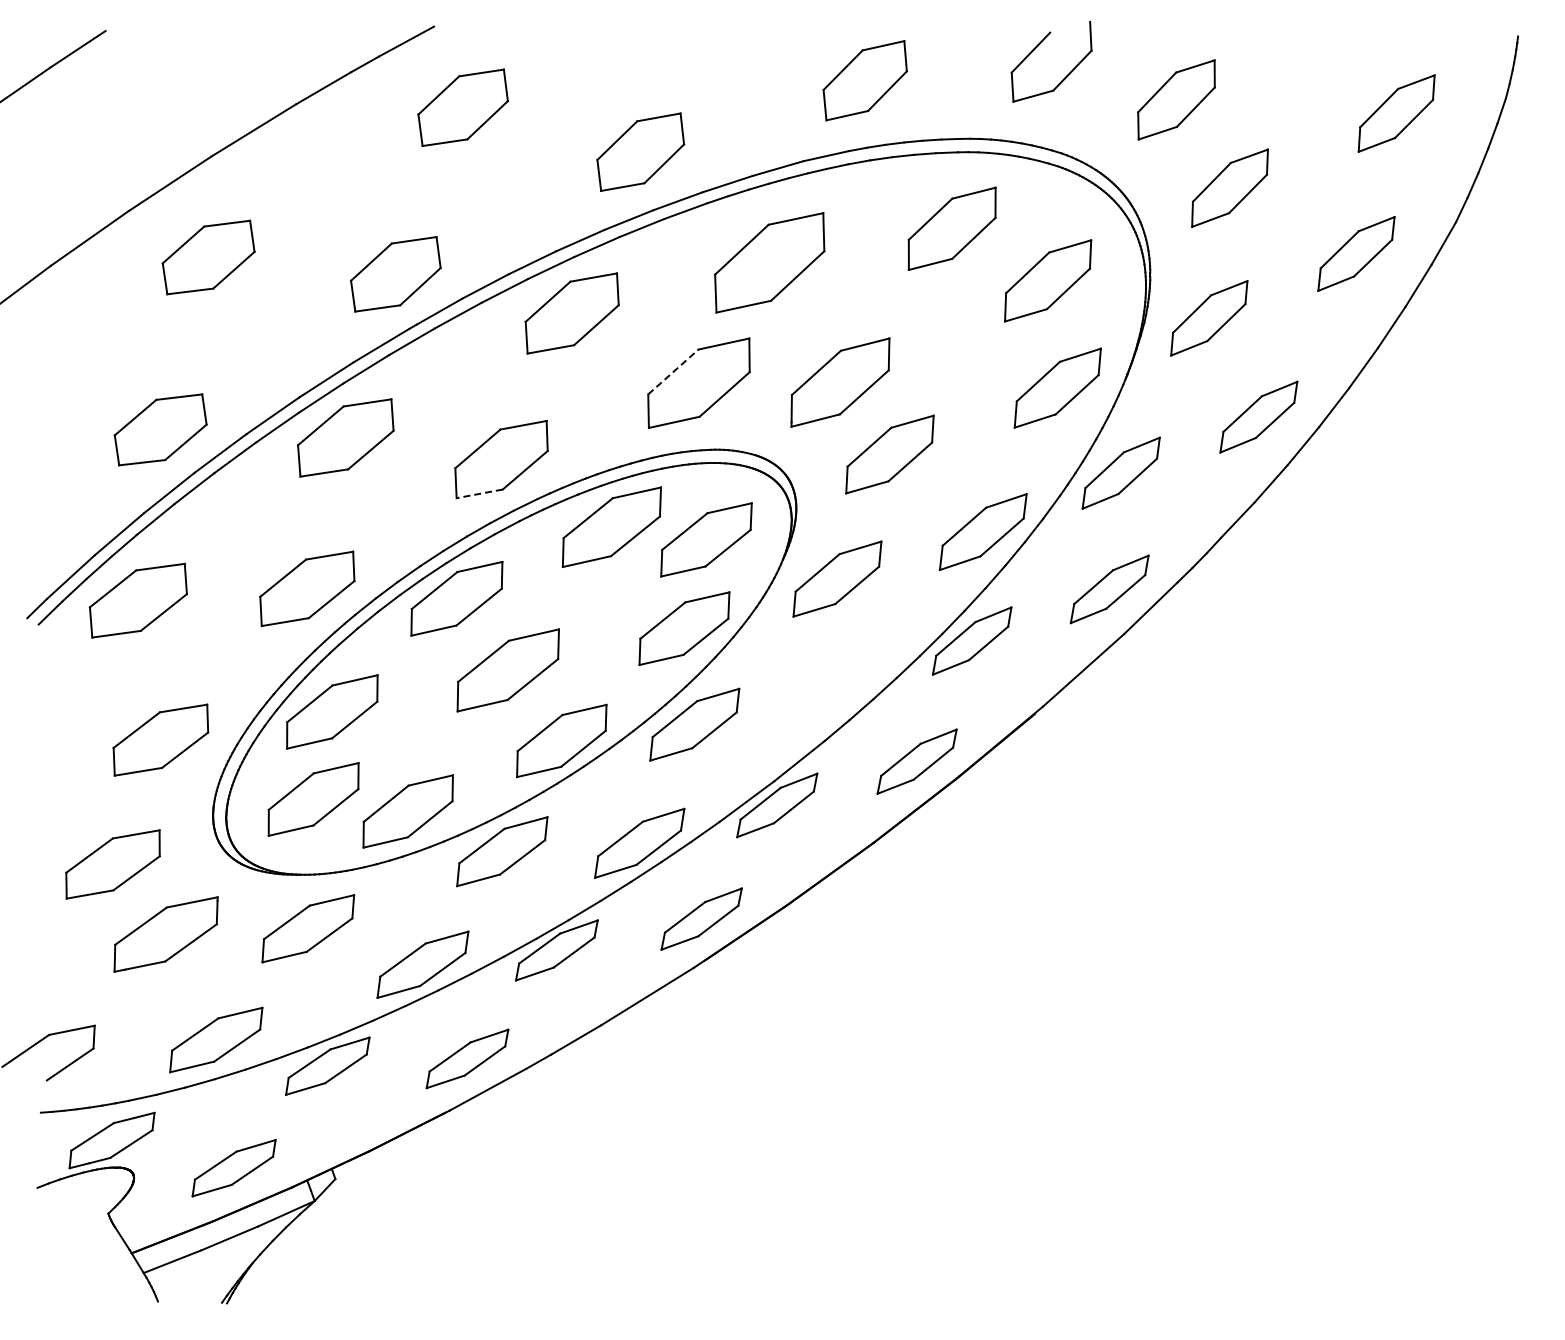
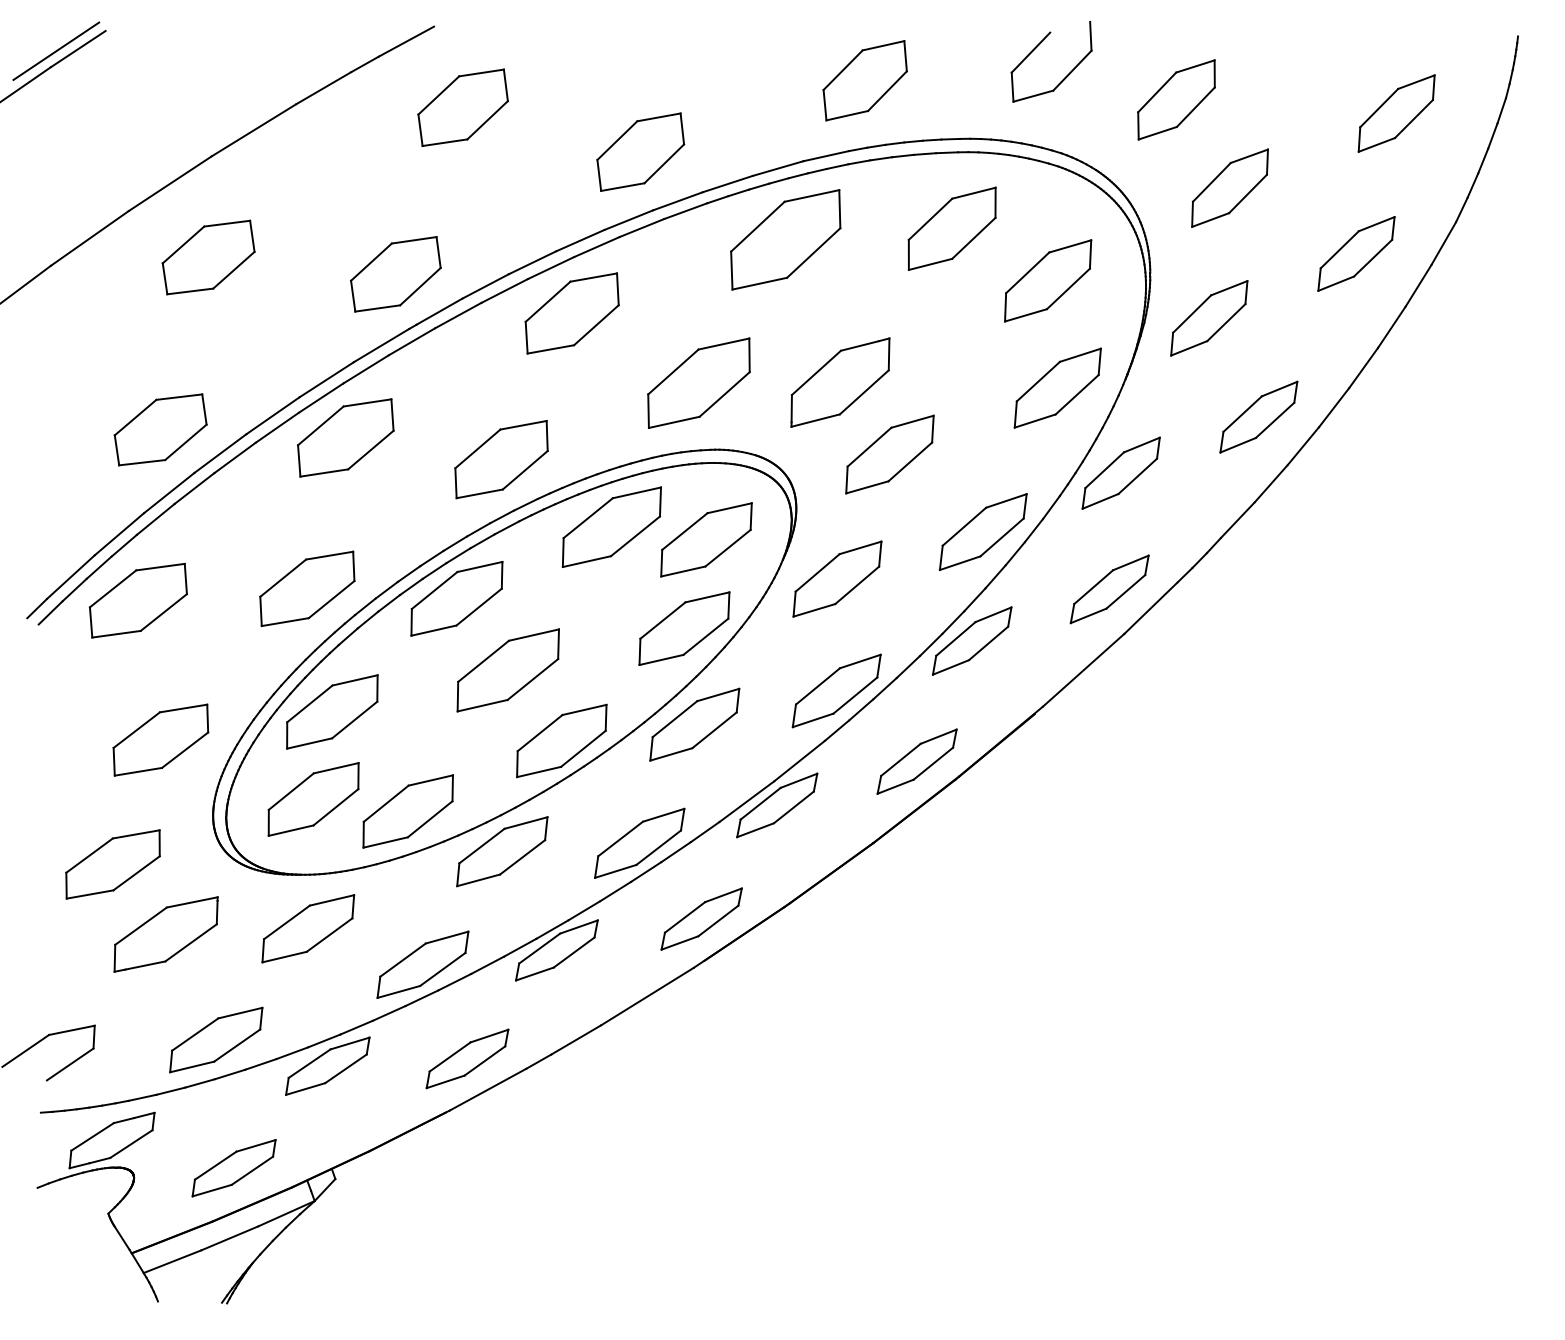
line at (56, 50): none -> present
part at (769, 262) position: (769, 262) -> (785, 239)
line at (673, 371): dashed -> solid
line at (479, 493): dashed -> solid
part at (836, 690): none -> present
